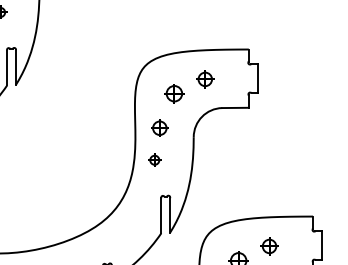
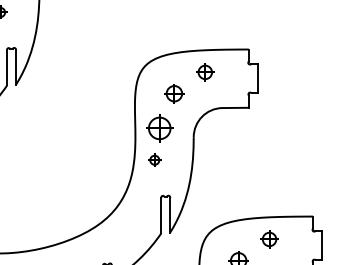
part at (205, 79) position: (205, 79) -> (205, 72)
part at (159, 127) size: 18x18 px -> 28x29 px
part at (269, 246) position: (269, 246) -> (269, 239)
